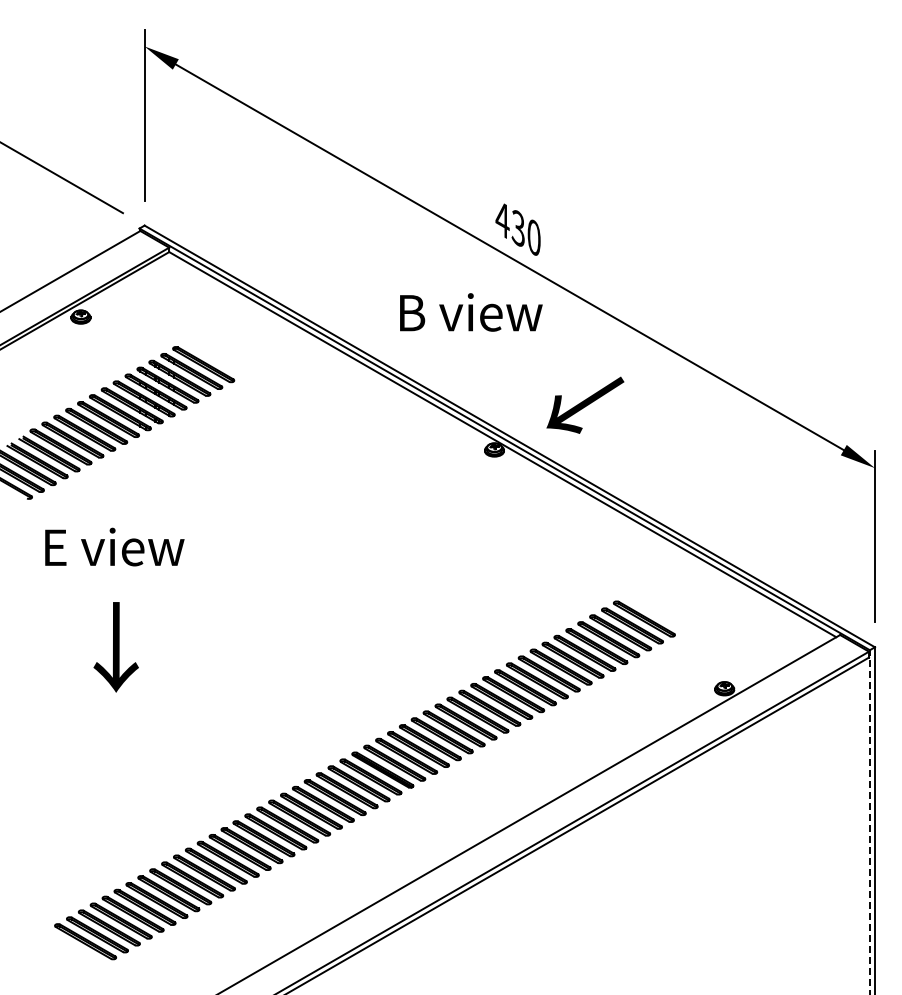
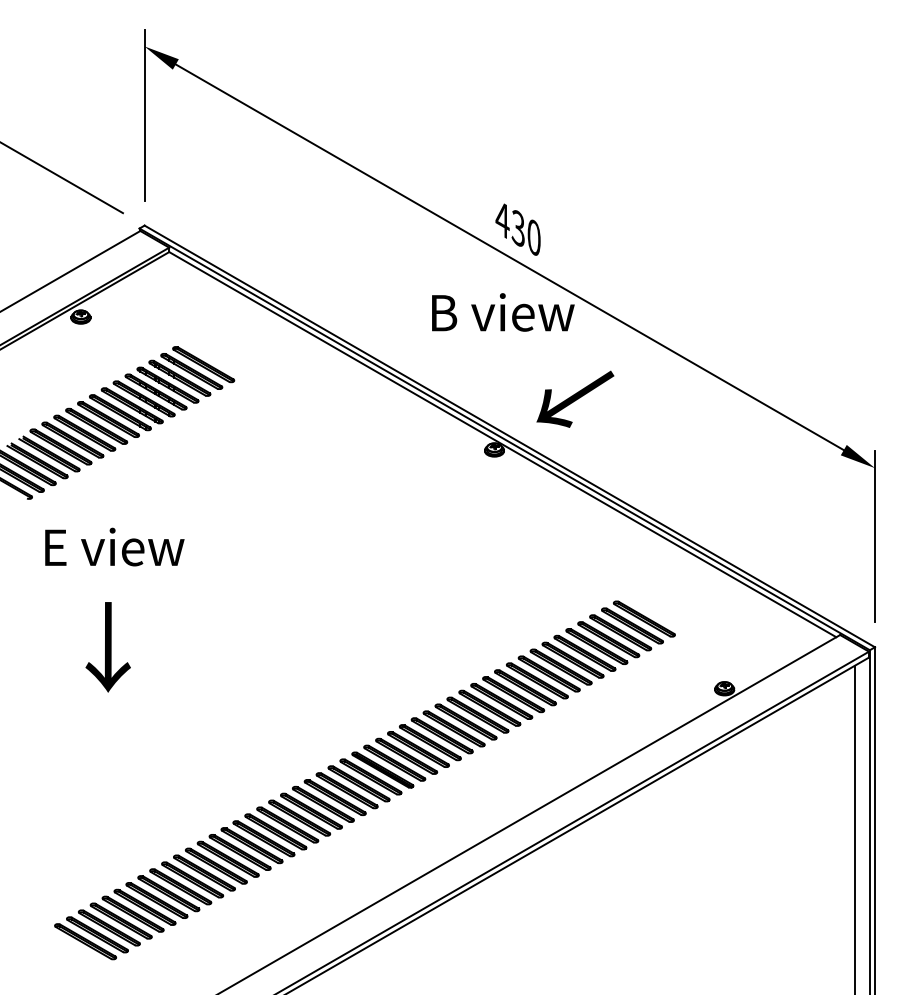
text at (471, 312) position: (471, 312) -> (503, 312)
text at (585, 404) position: (585, 404) -> (575, 398)
text at (115, 647) position: (115, 647) -> (107, 647)
line at (869, 821): dashed -> solid
line at (854, 828): none -> present
